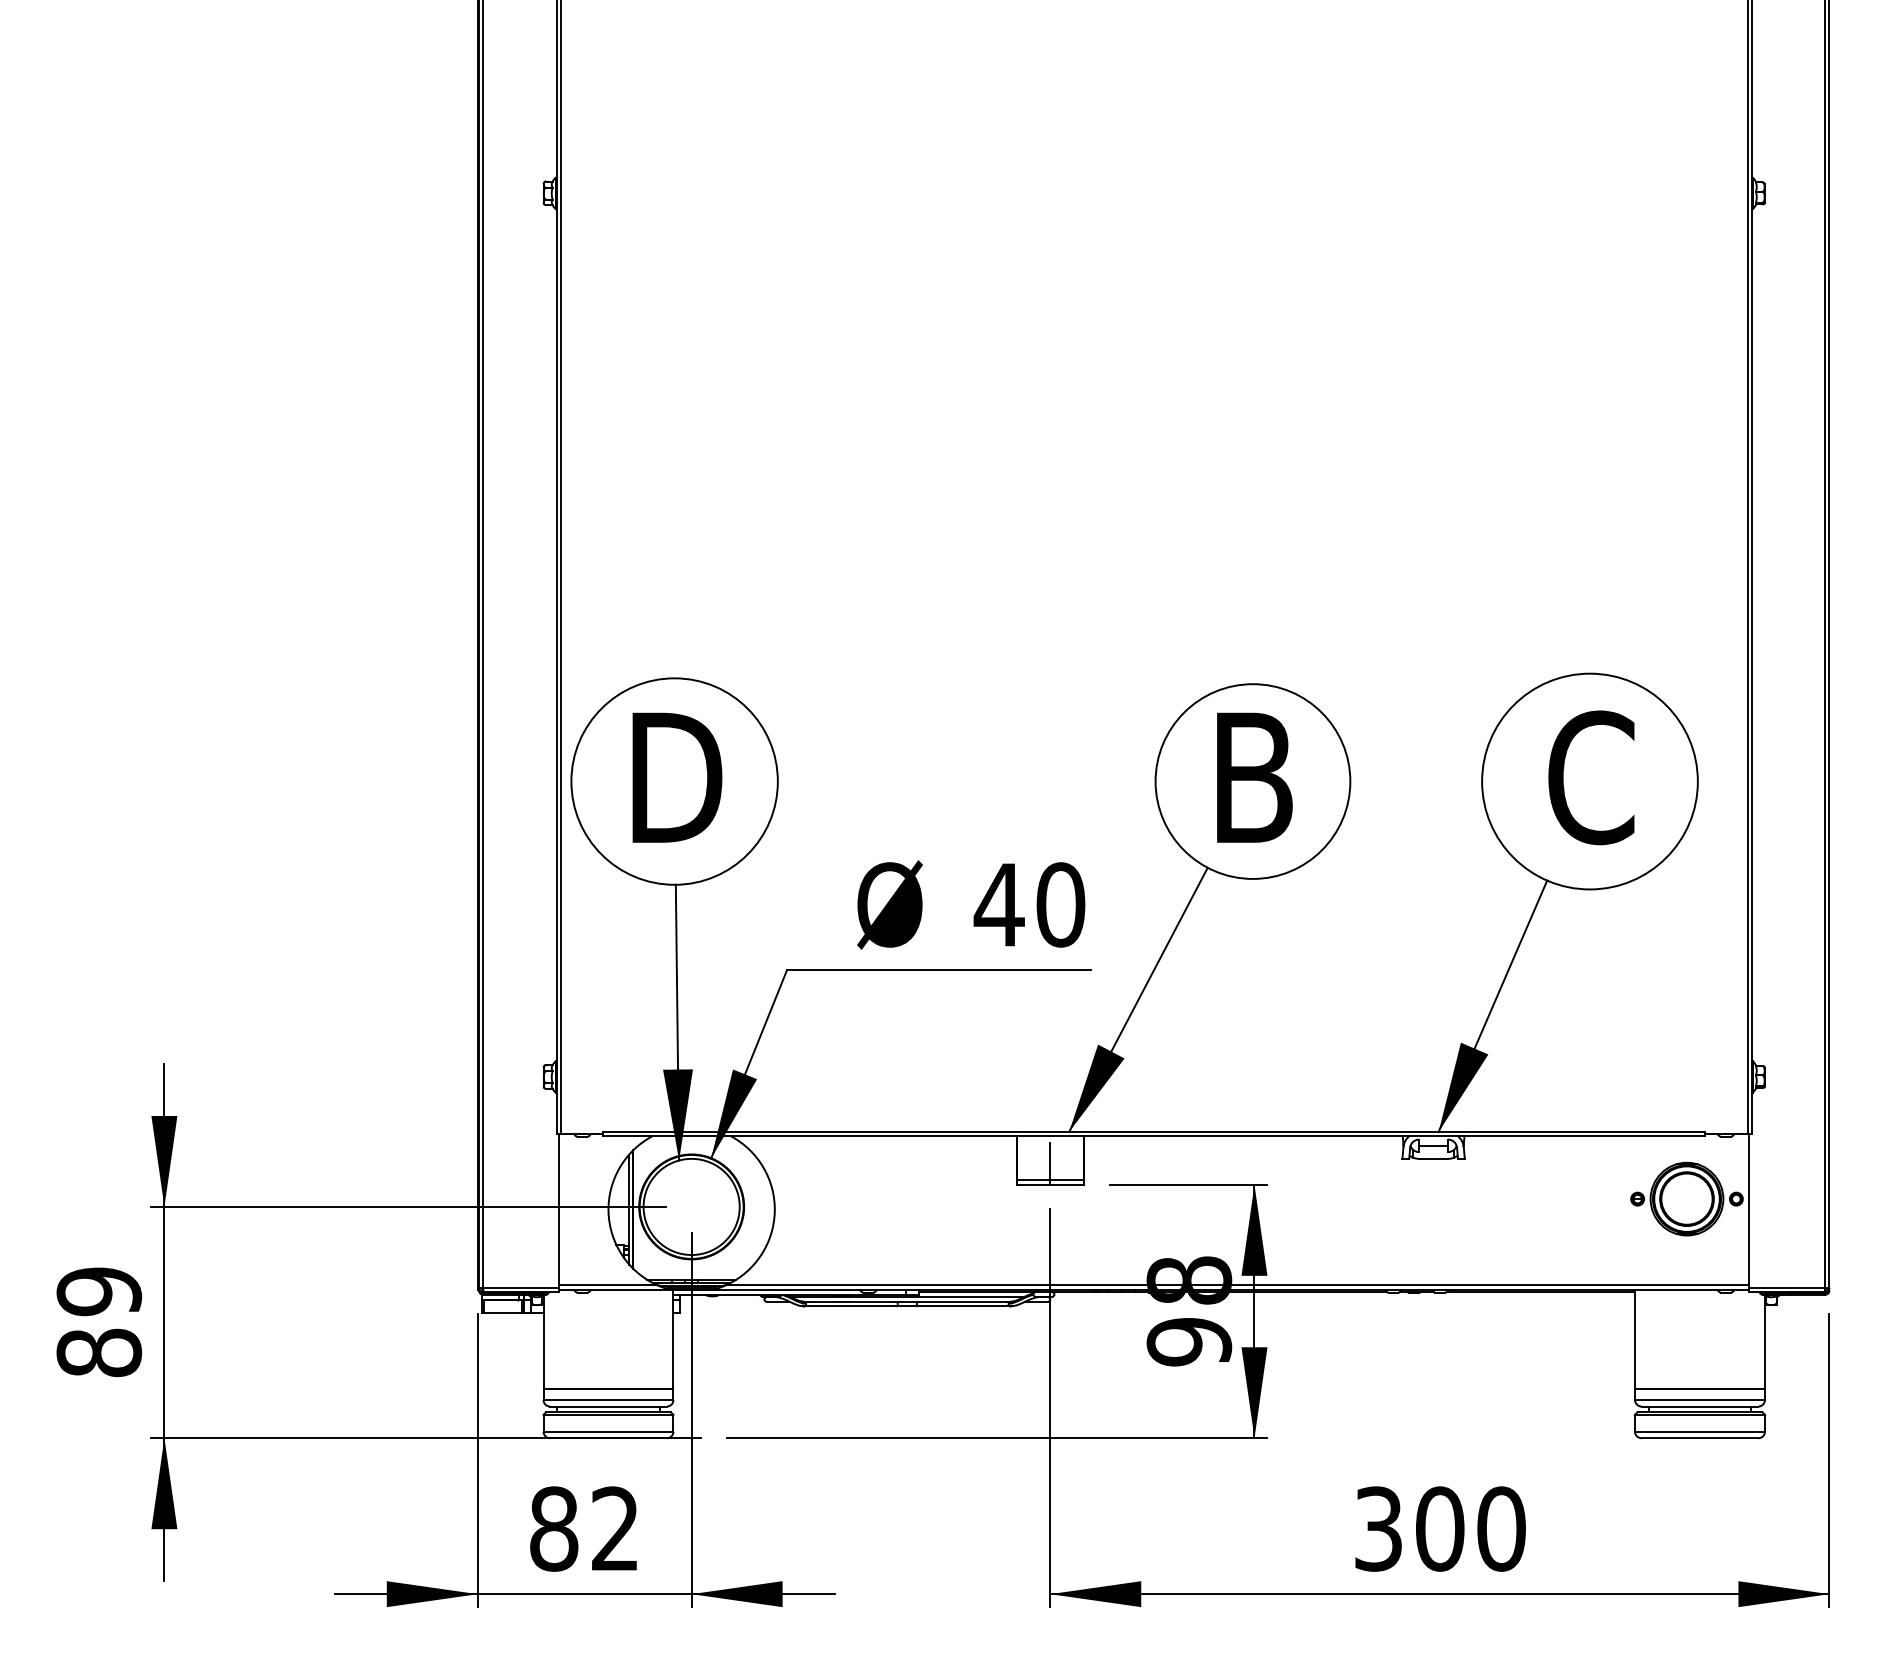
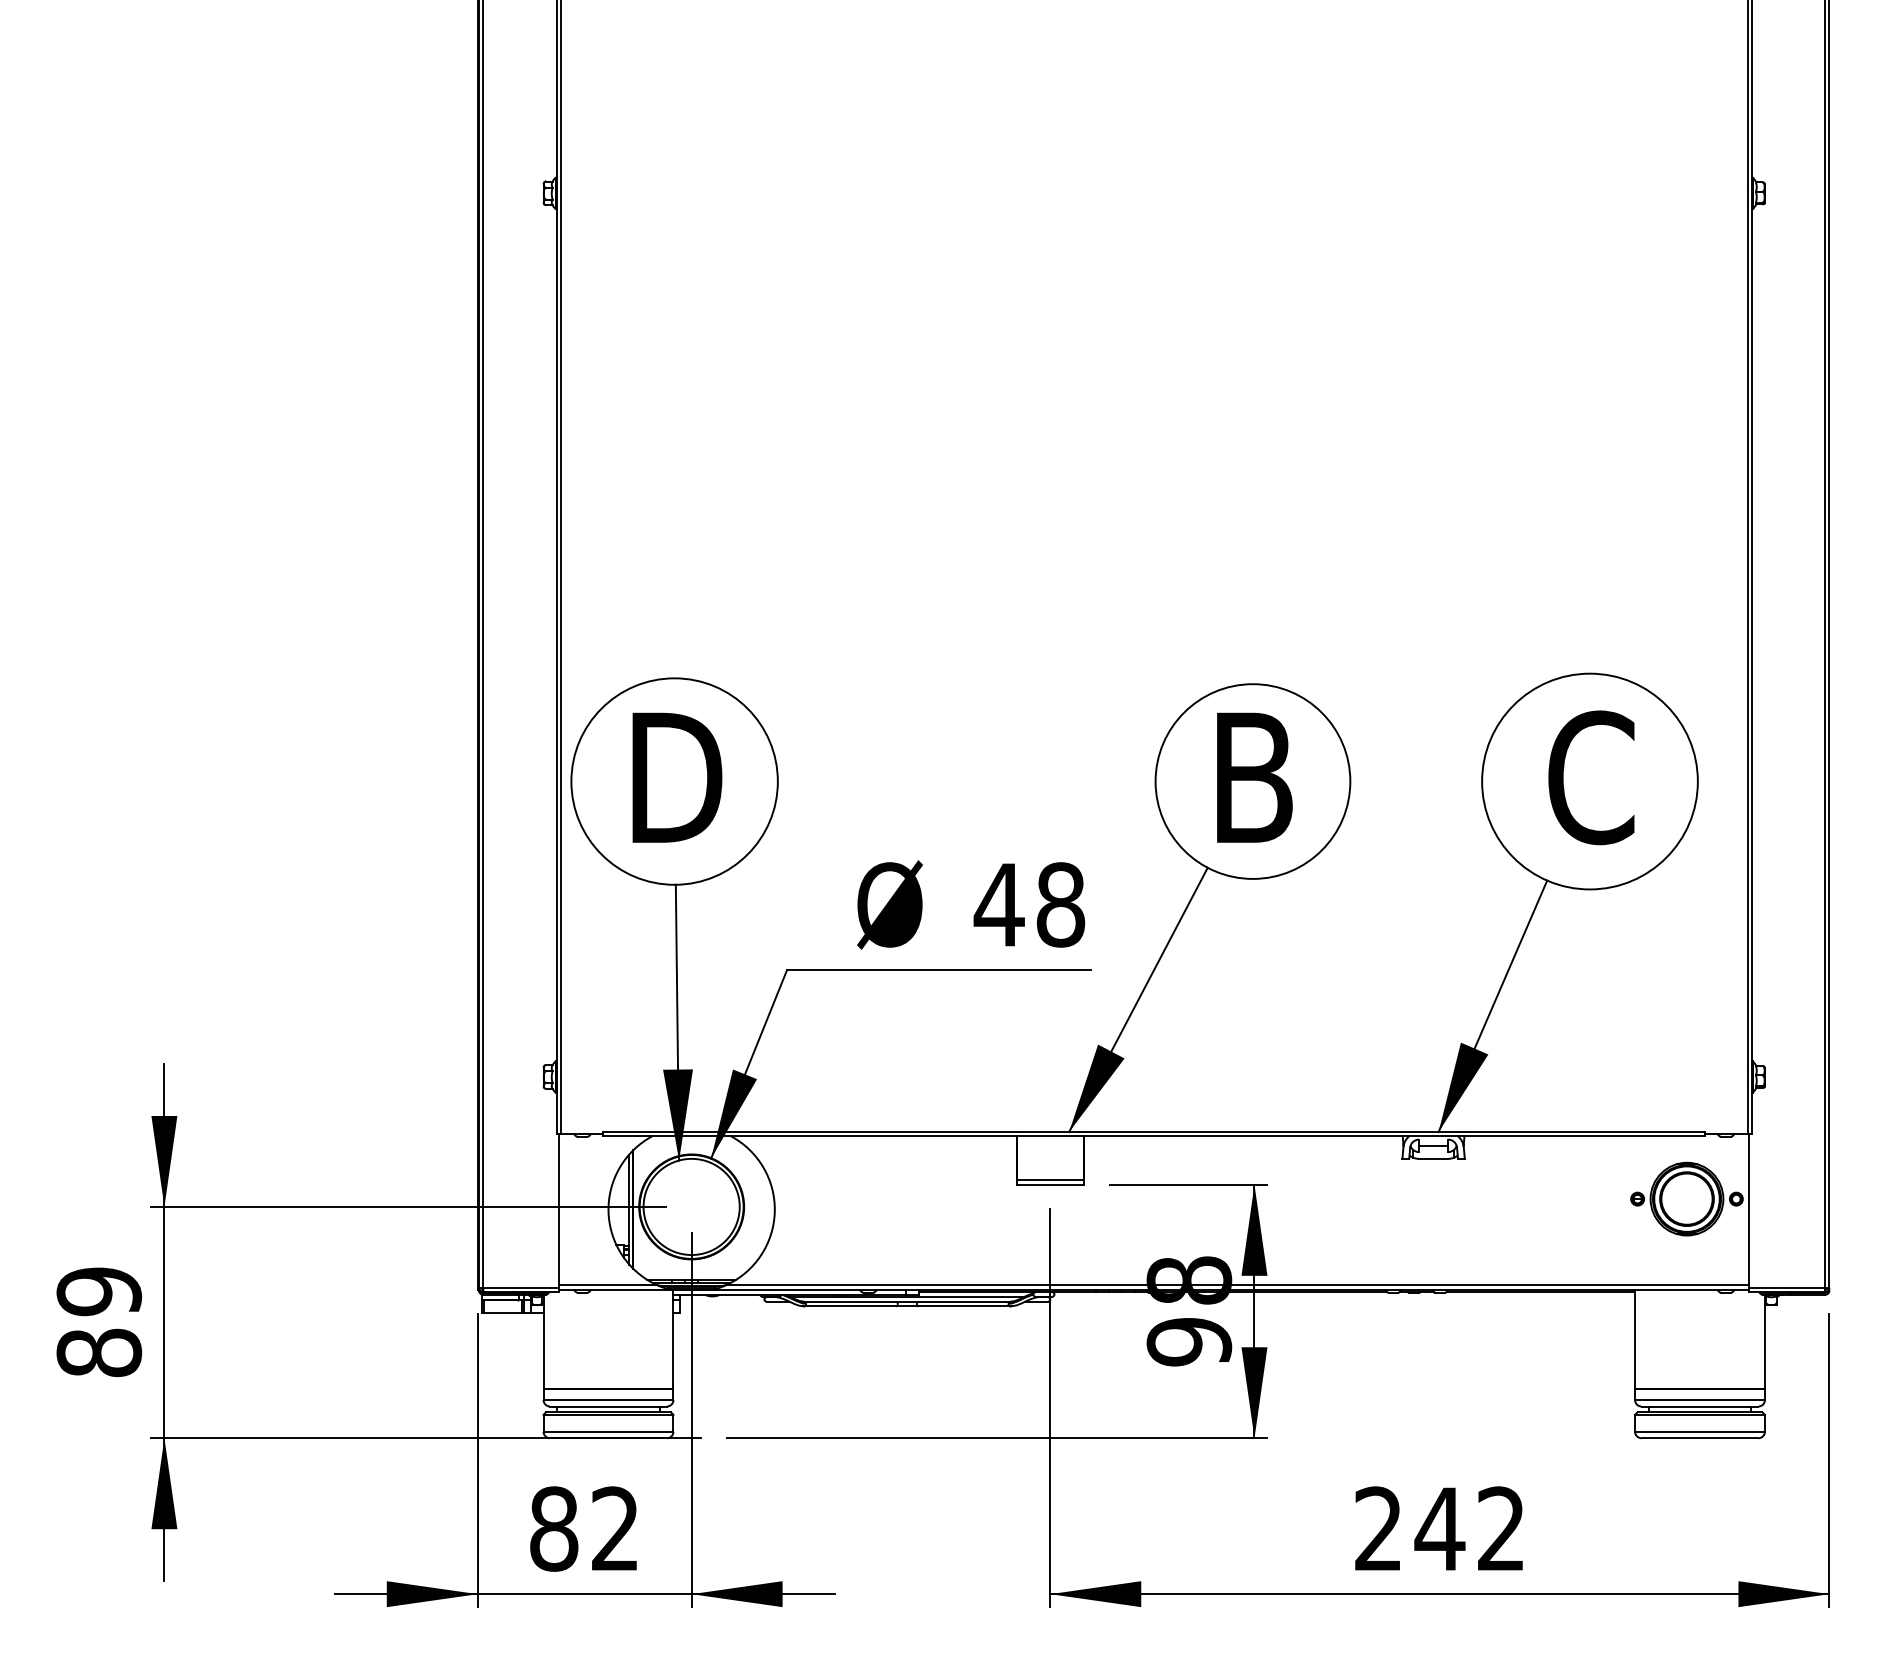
text at (1060, 904): 40 -> 48
line at (1050, 1162): present -> none
text at (1440, 1528): 300 -> 242
